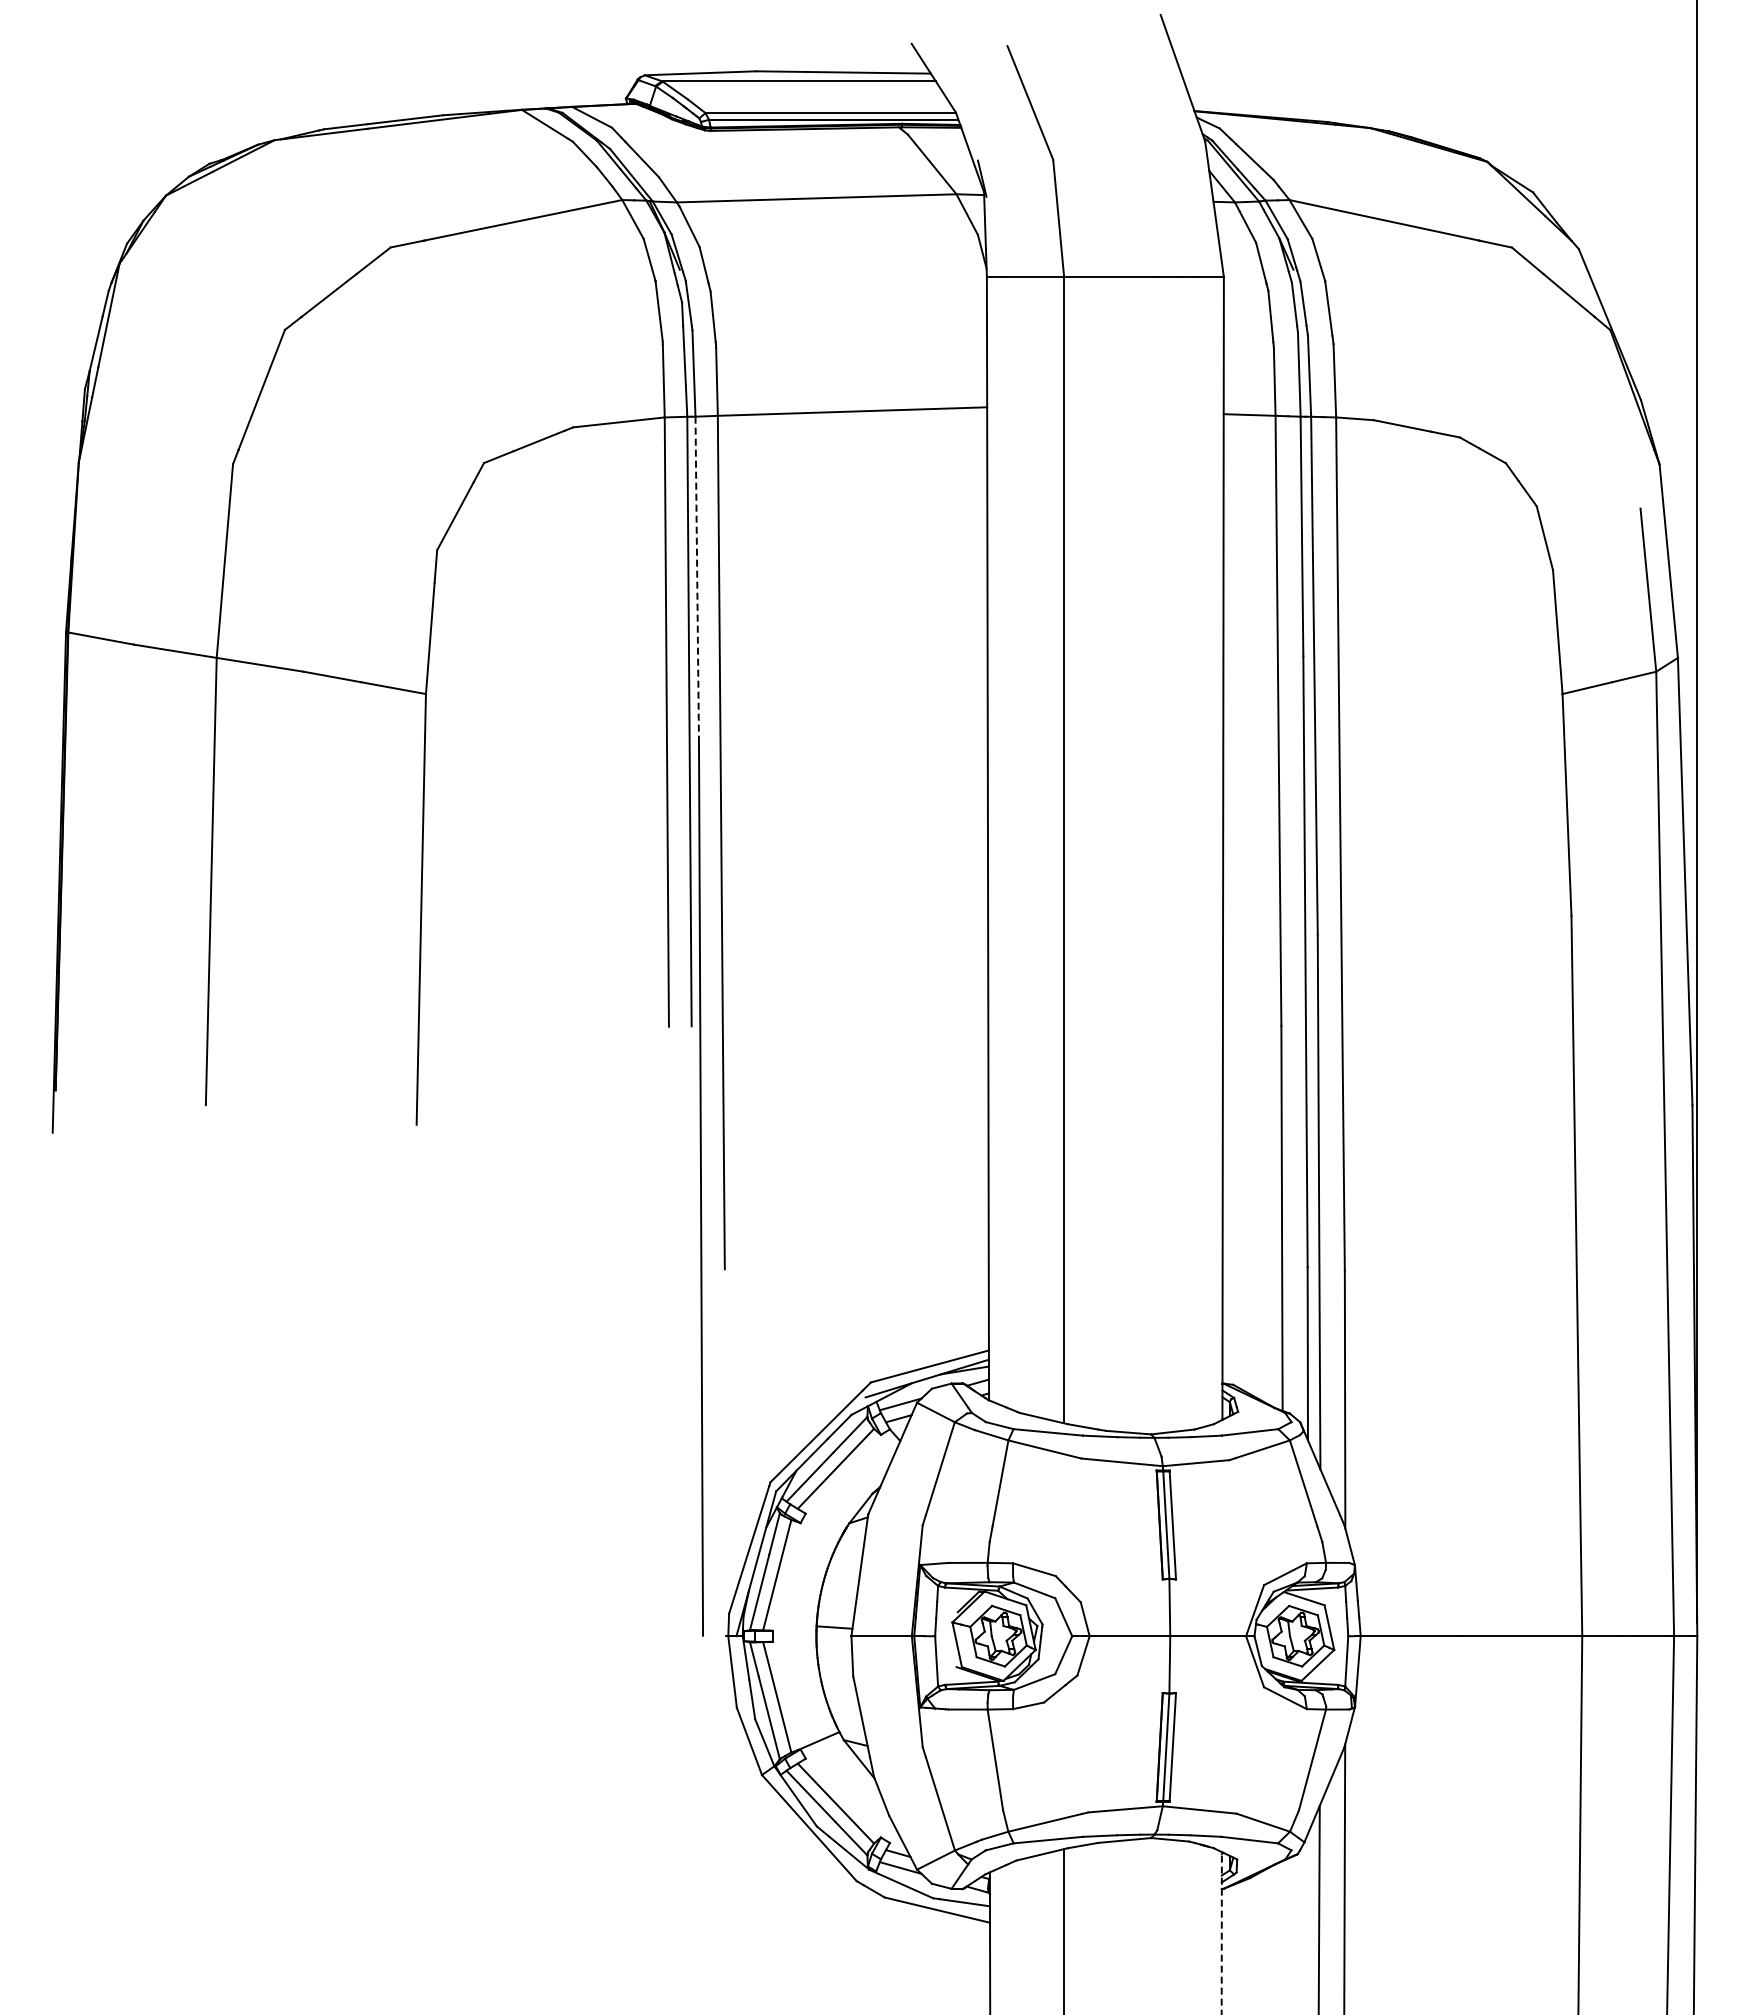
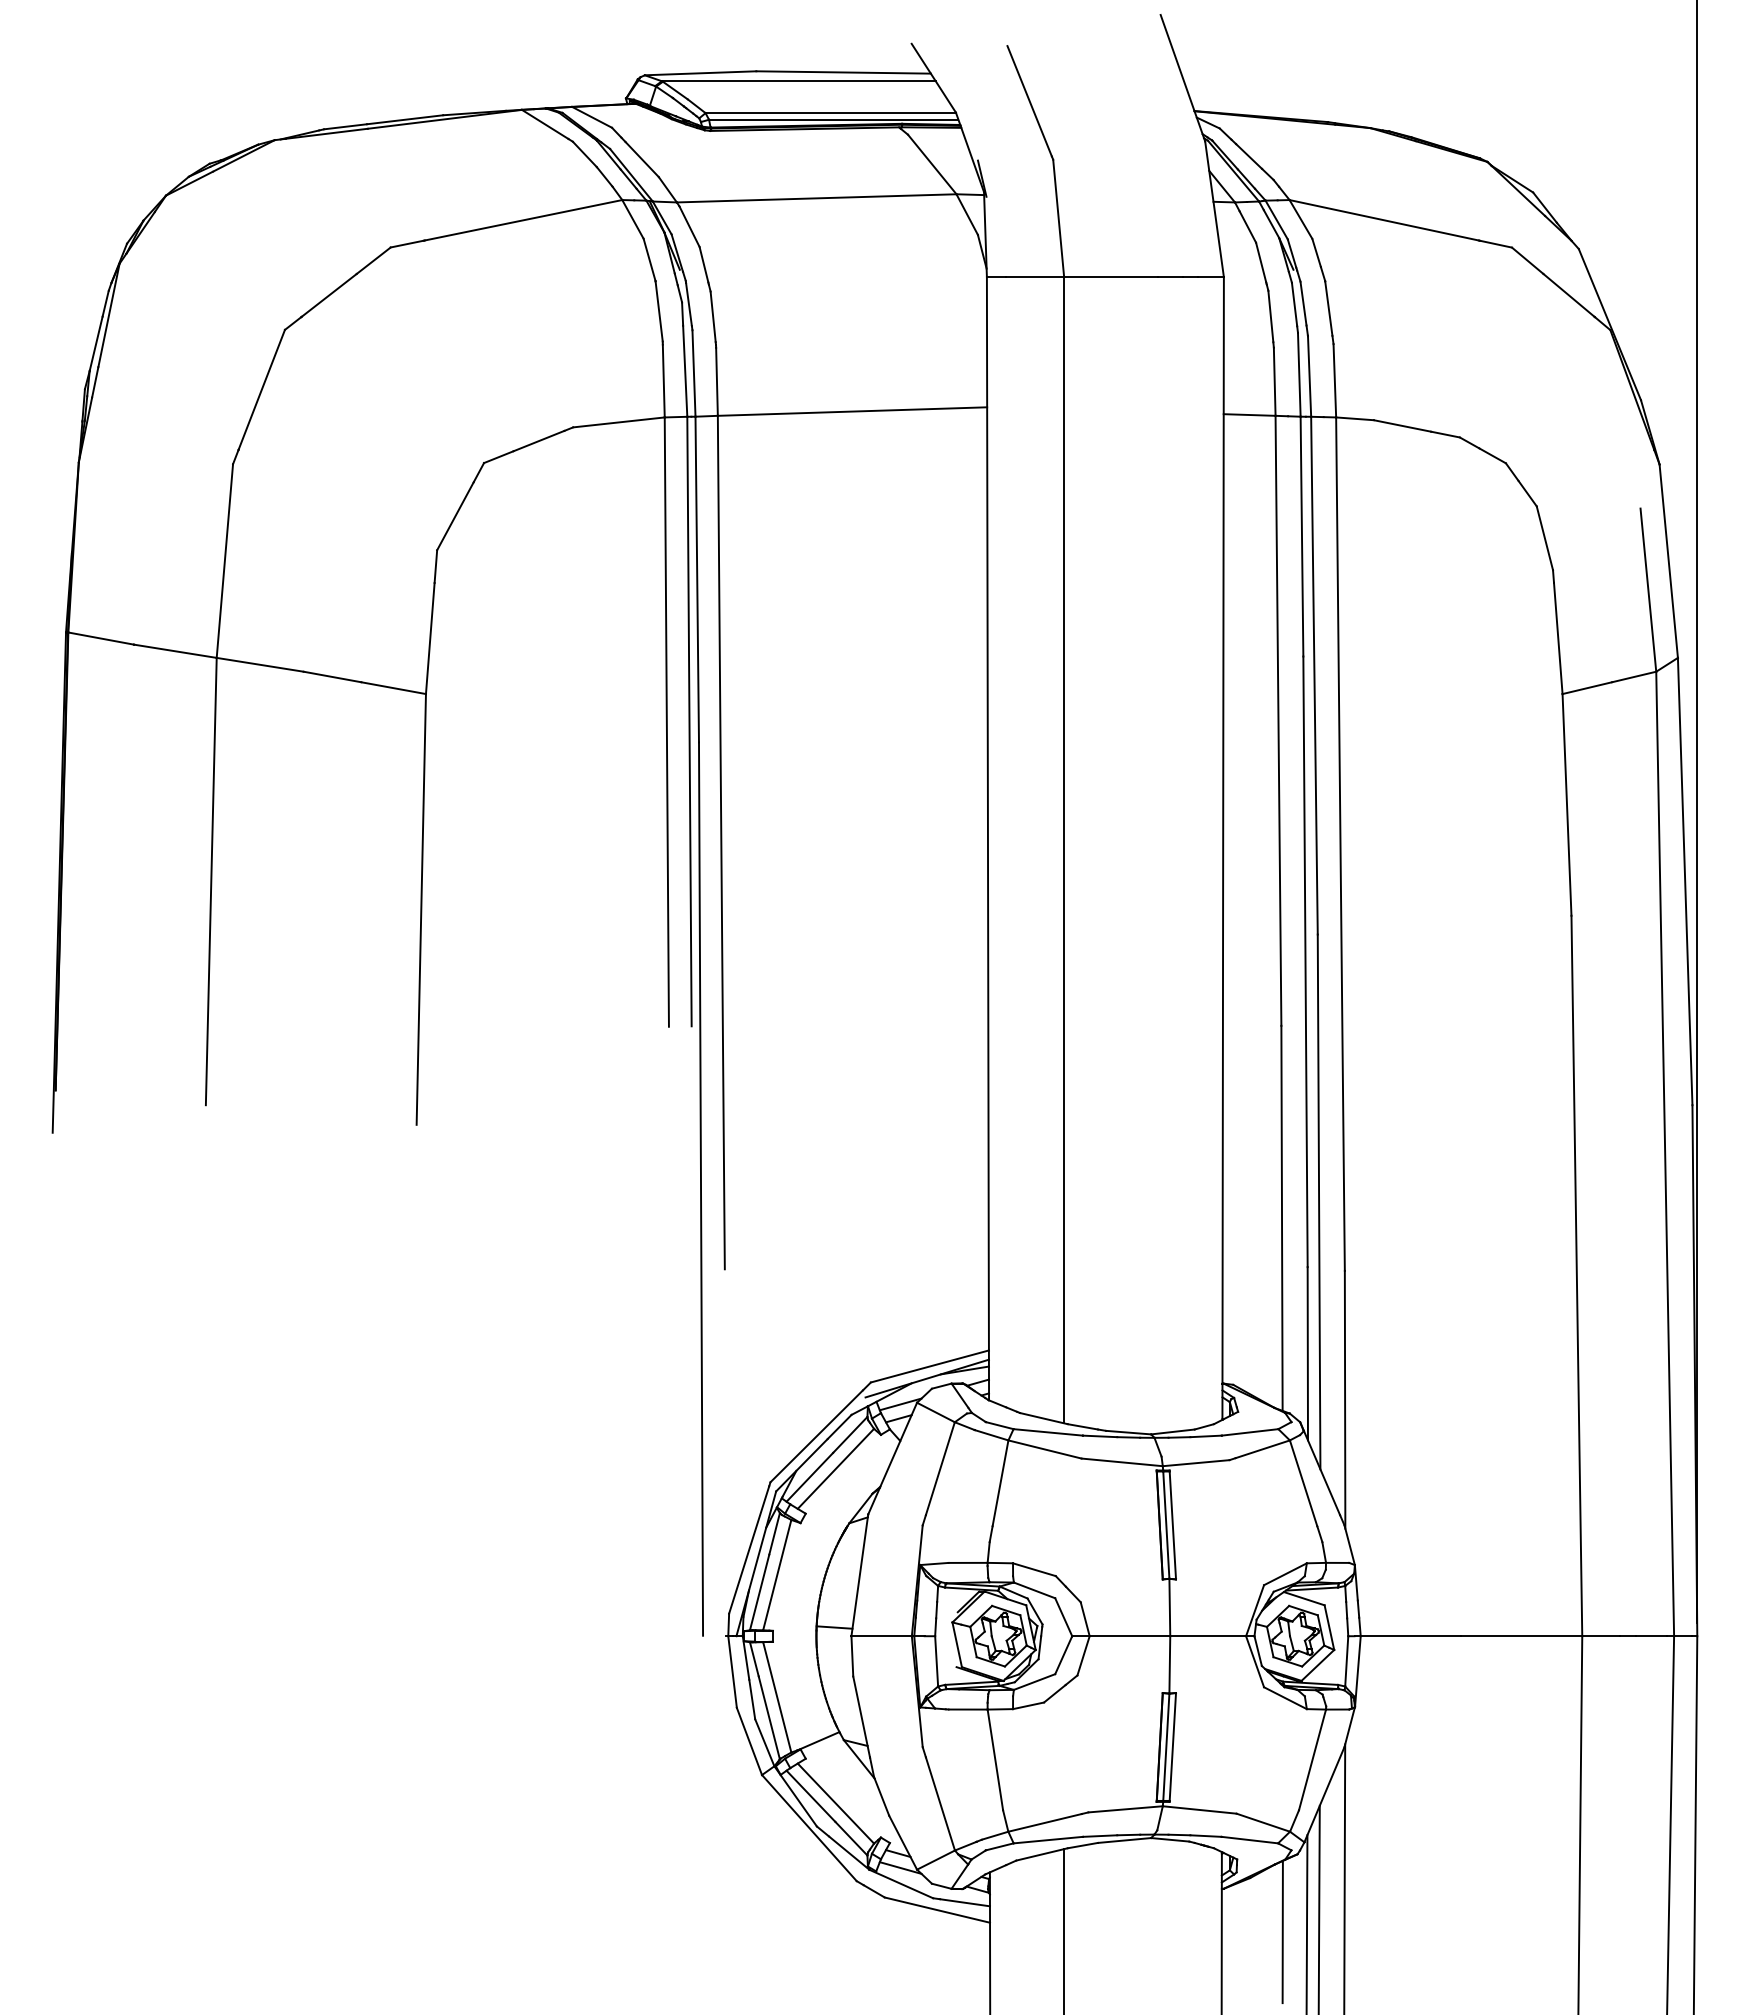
line at (697, 579): dashed -> solid
line at (1306, 1923): none -> present
line at (1282, 1931): none -> present
line at (1221, 1933): dashed -> solid
